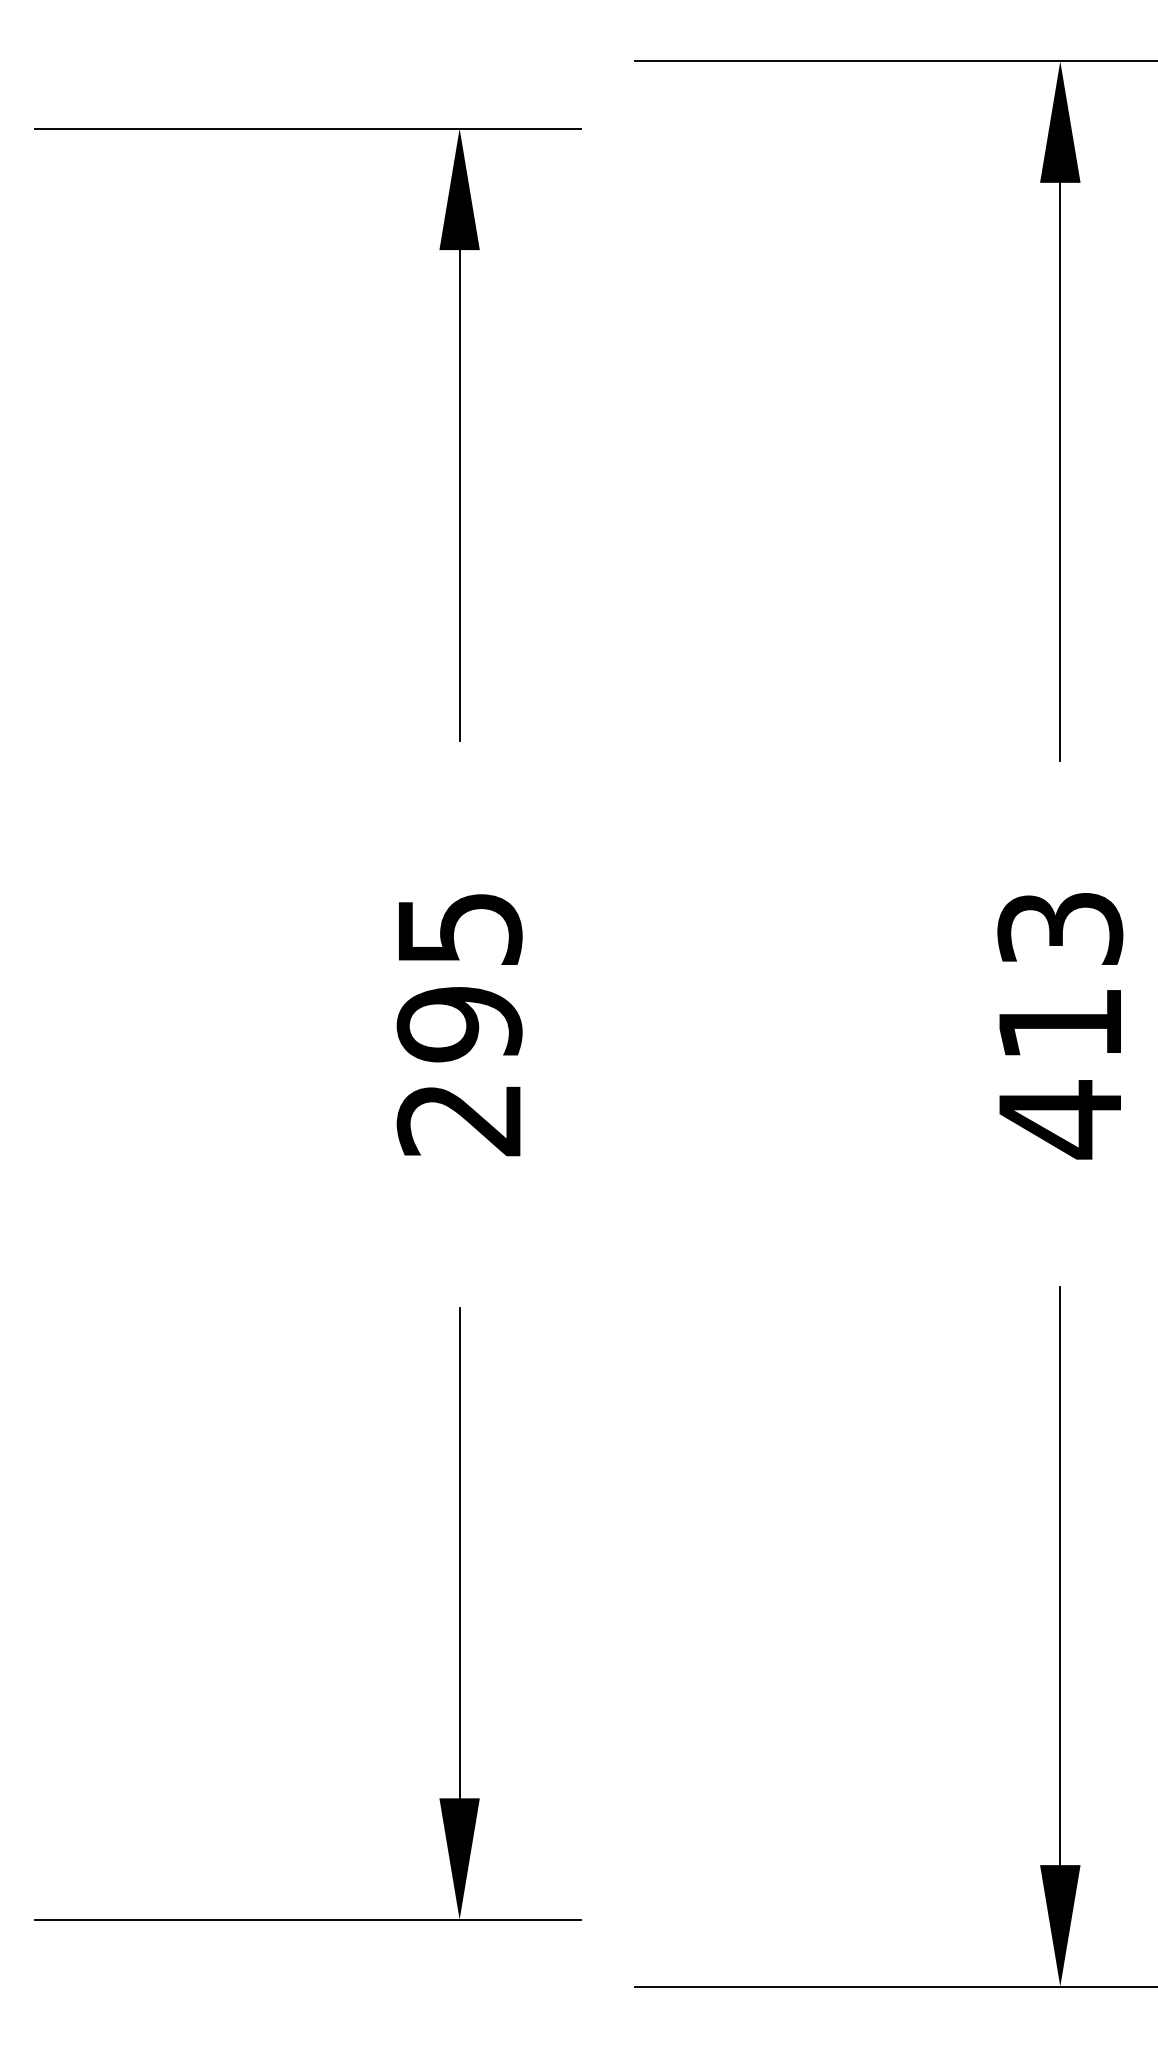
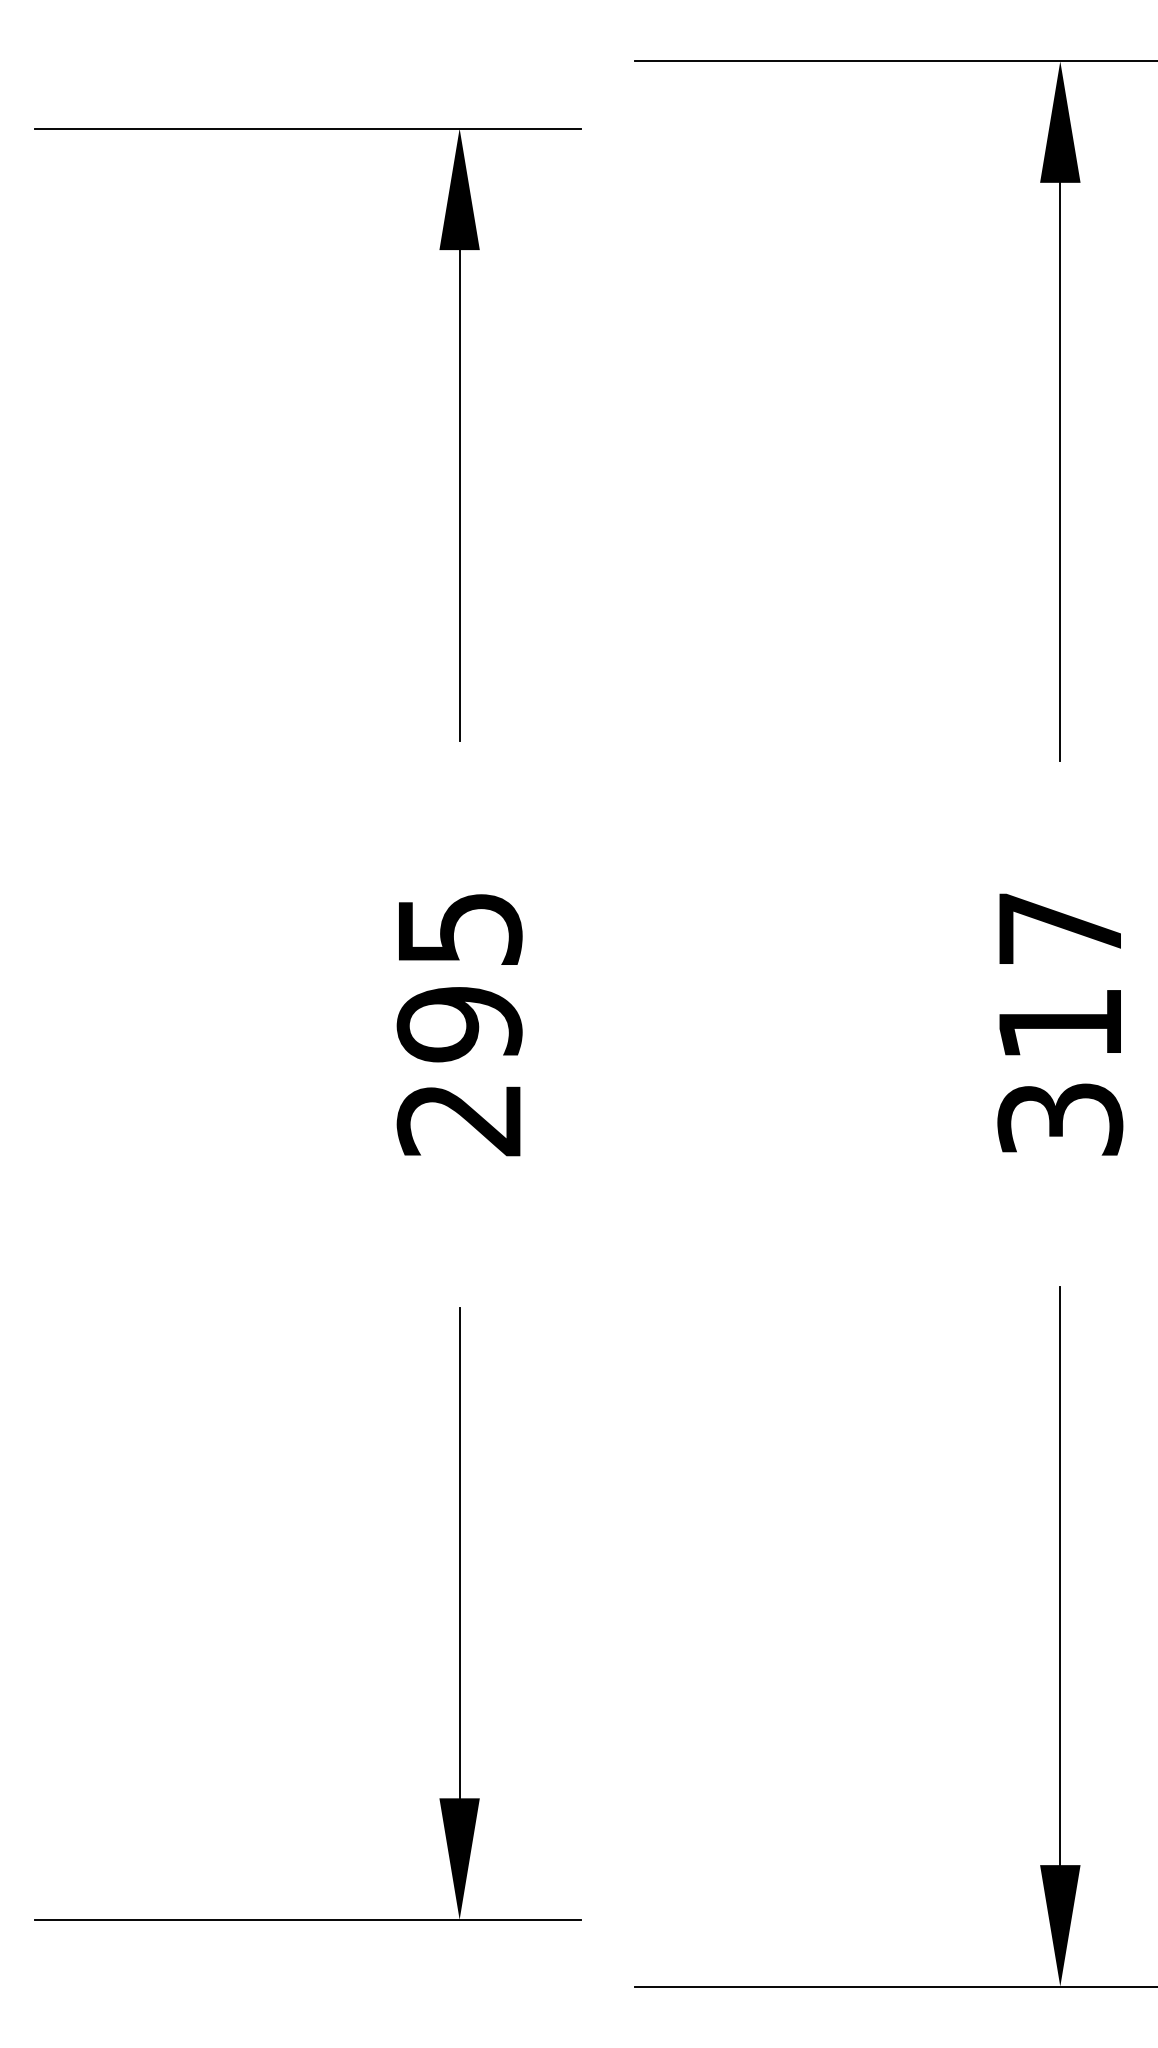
text at (1060, 1026): 413 -> 317
